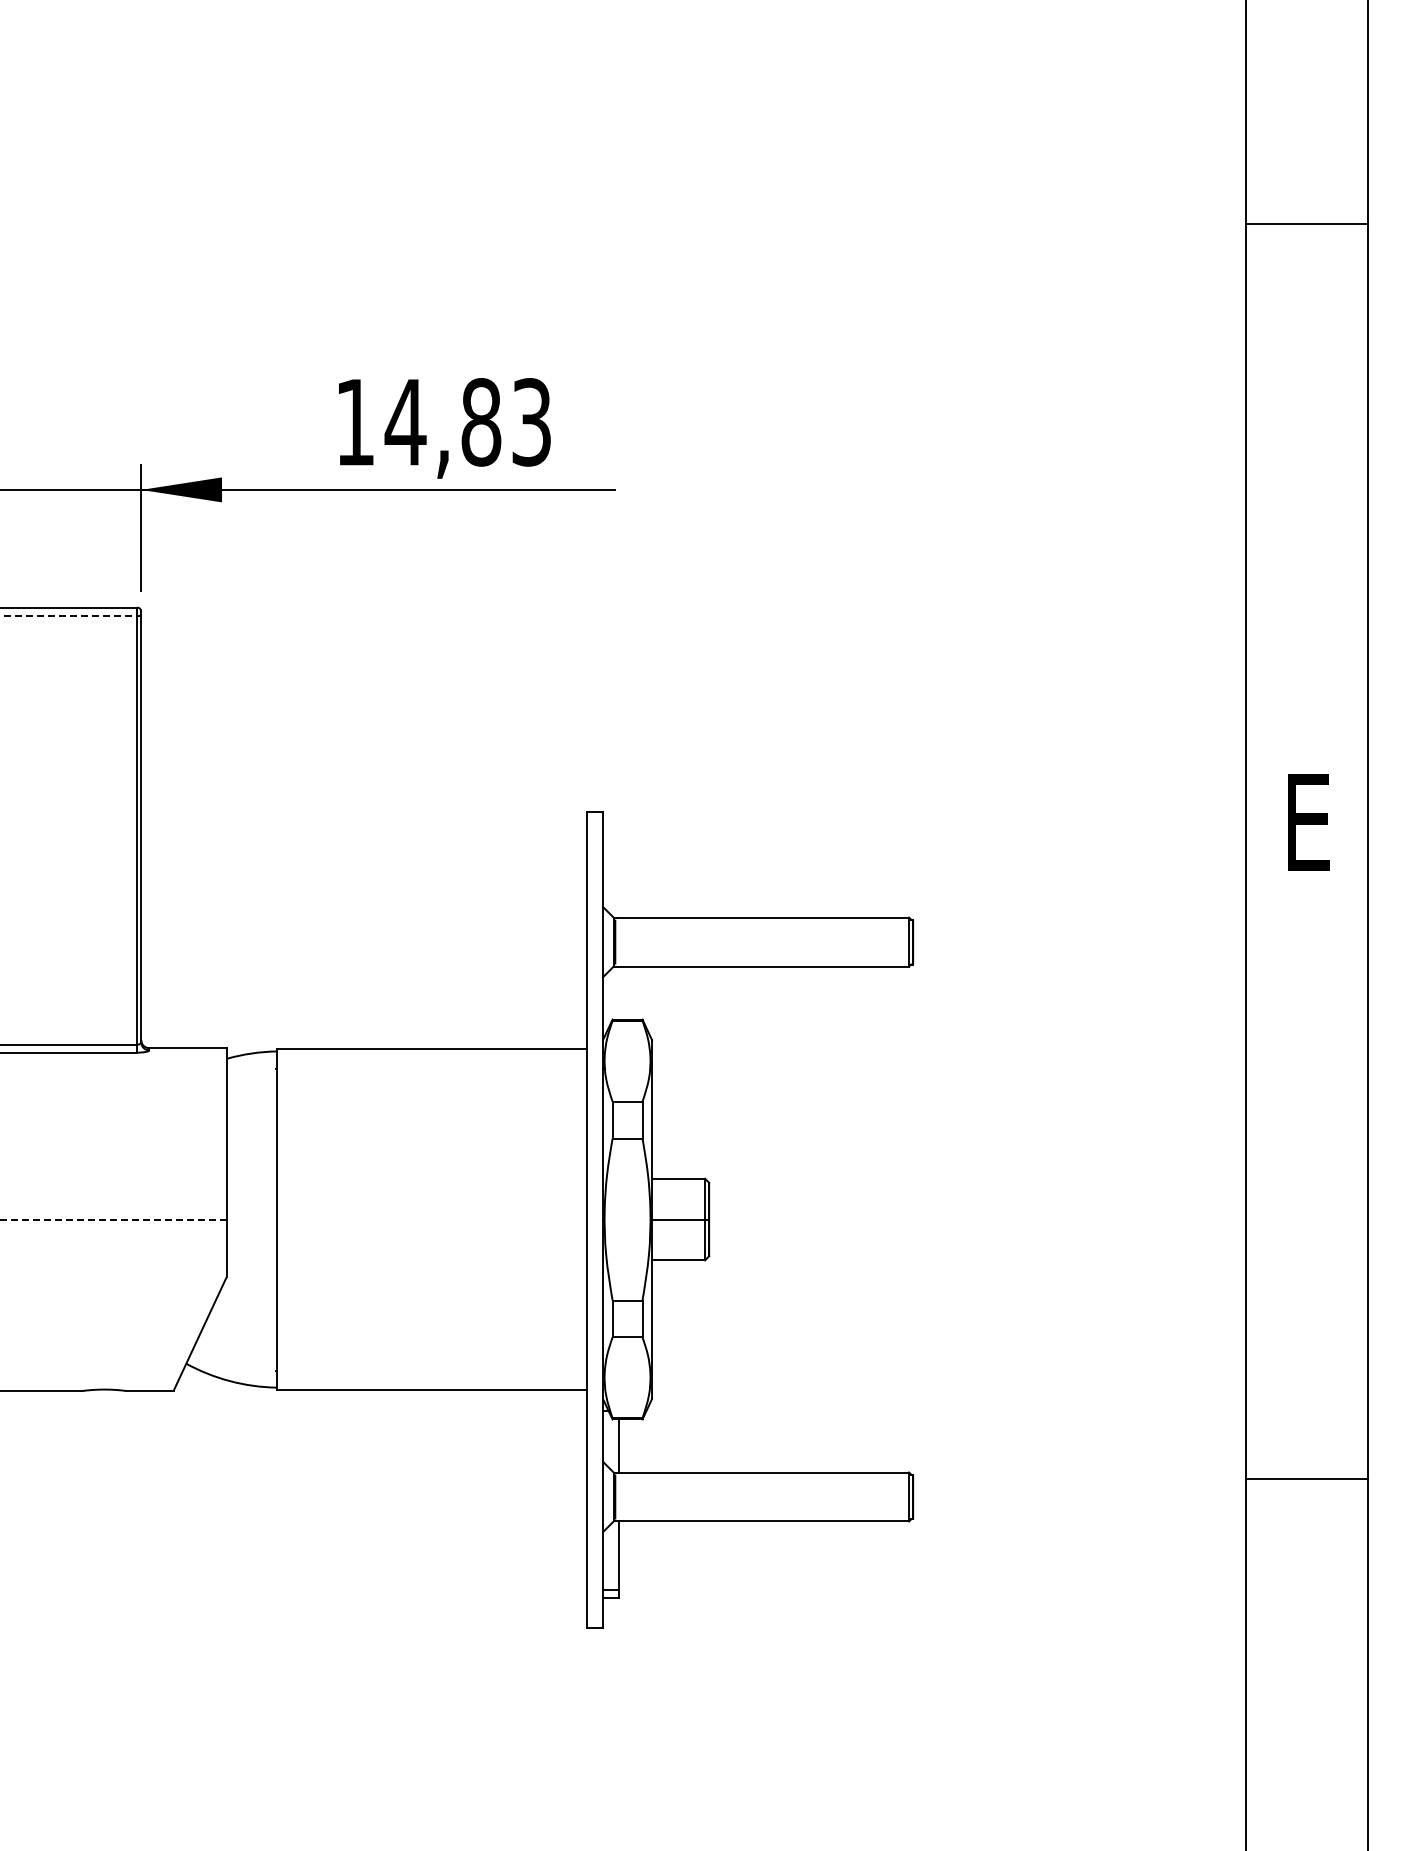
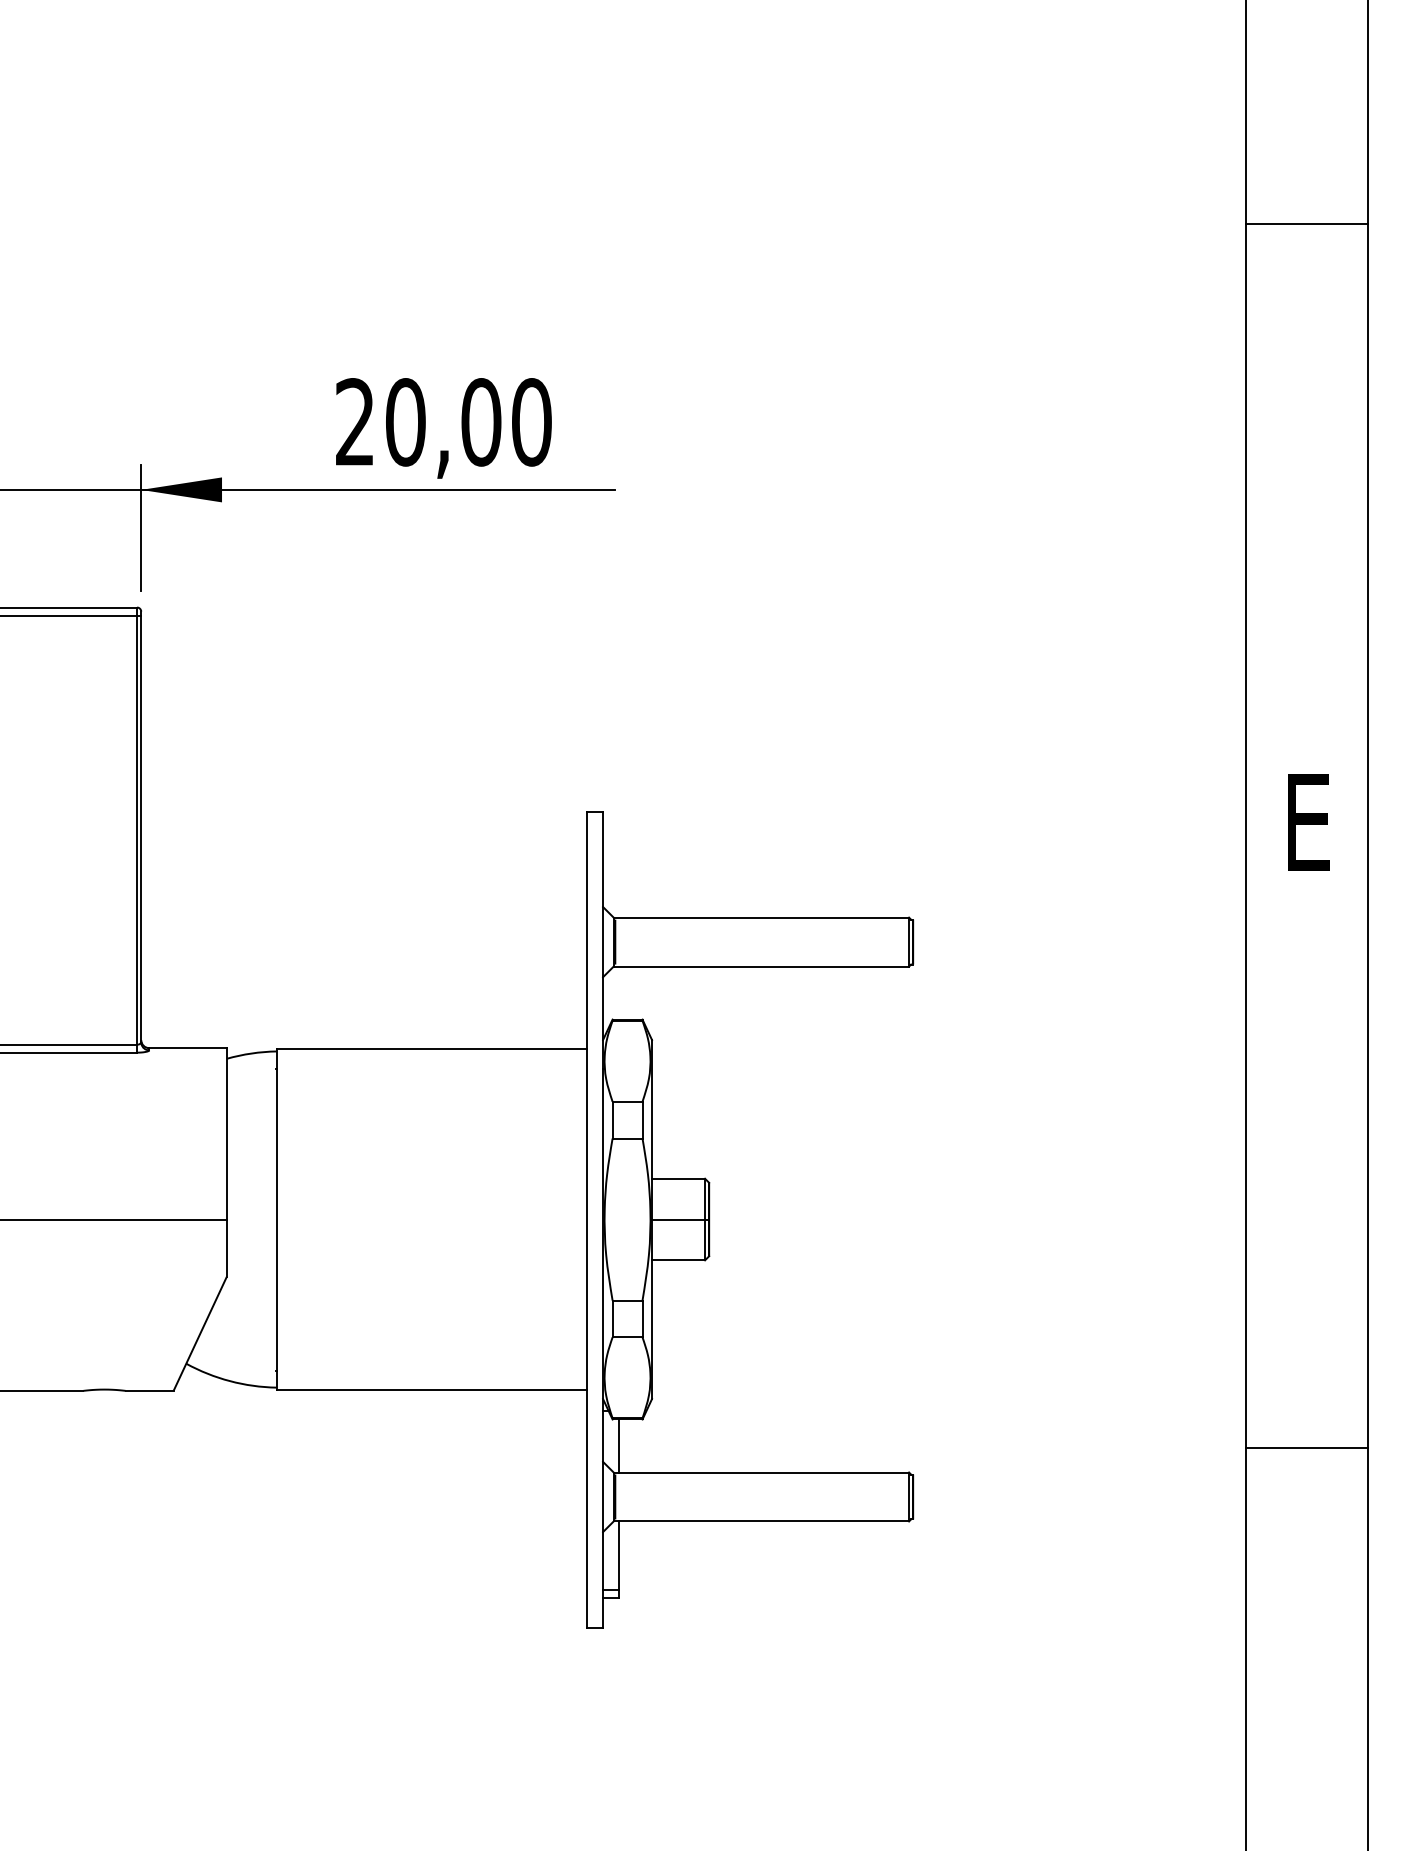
text at (443, 422): 14,83 -> 20,00
line at (69, 615): dashed -> solid
line at (113, 1219): dashed -> solid
line at (1306, 1479) position: (1306, 1479) -> (1306, 1448)
